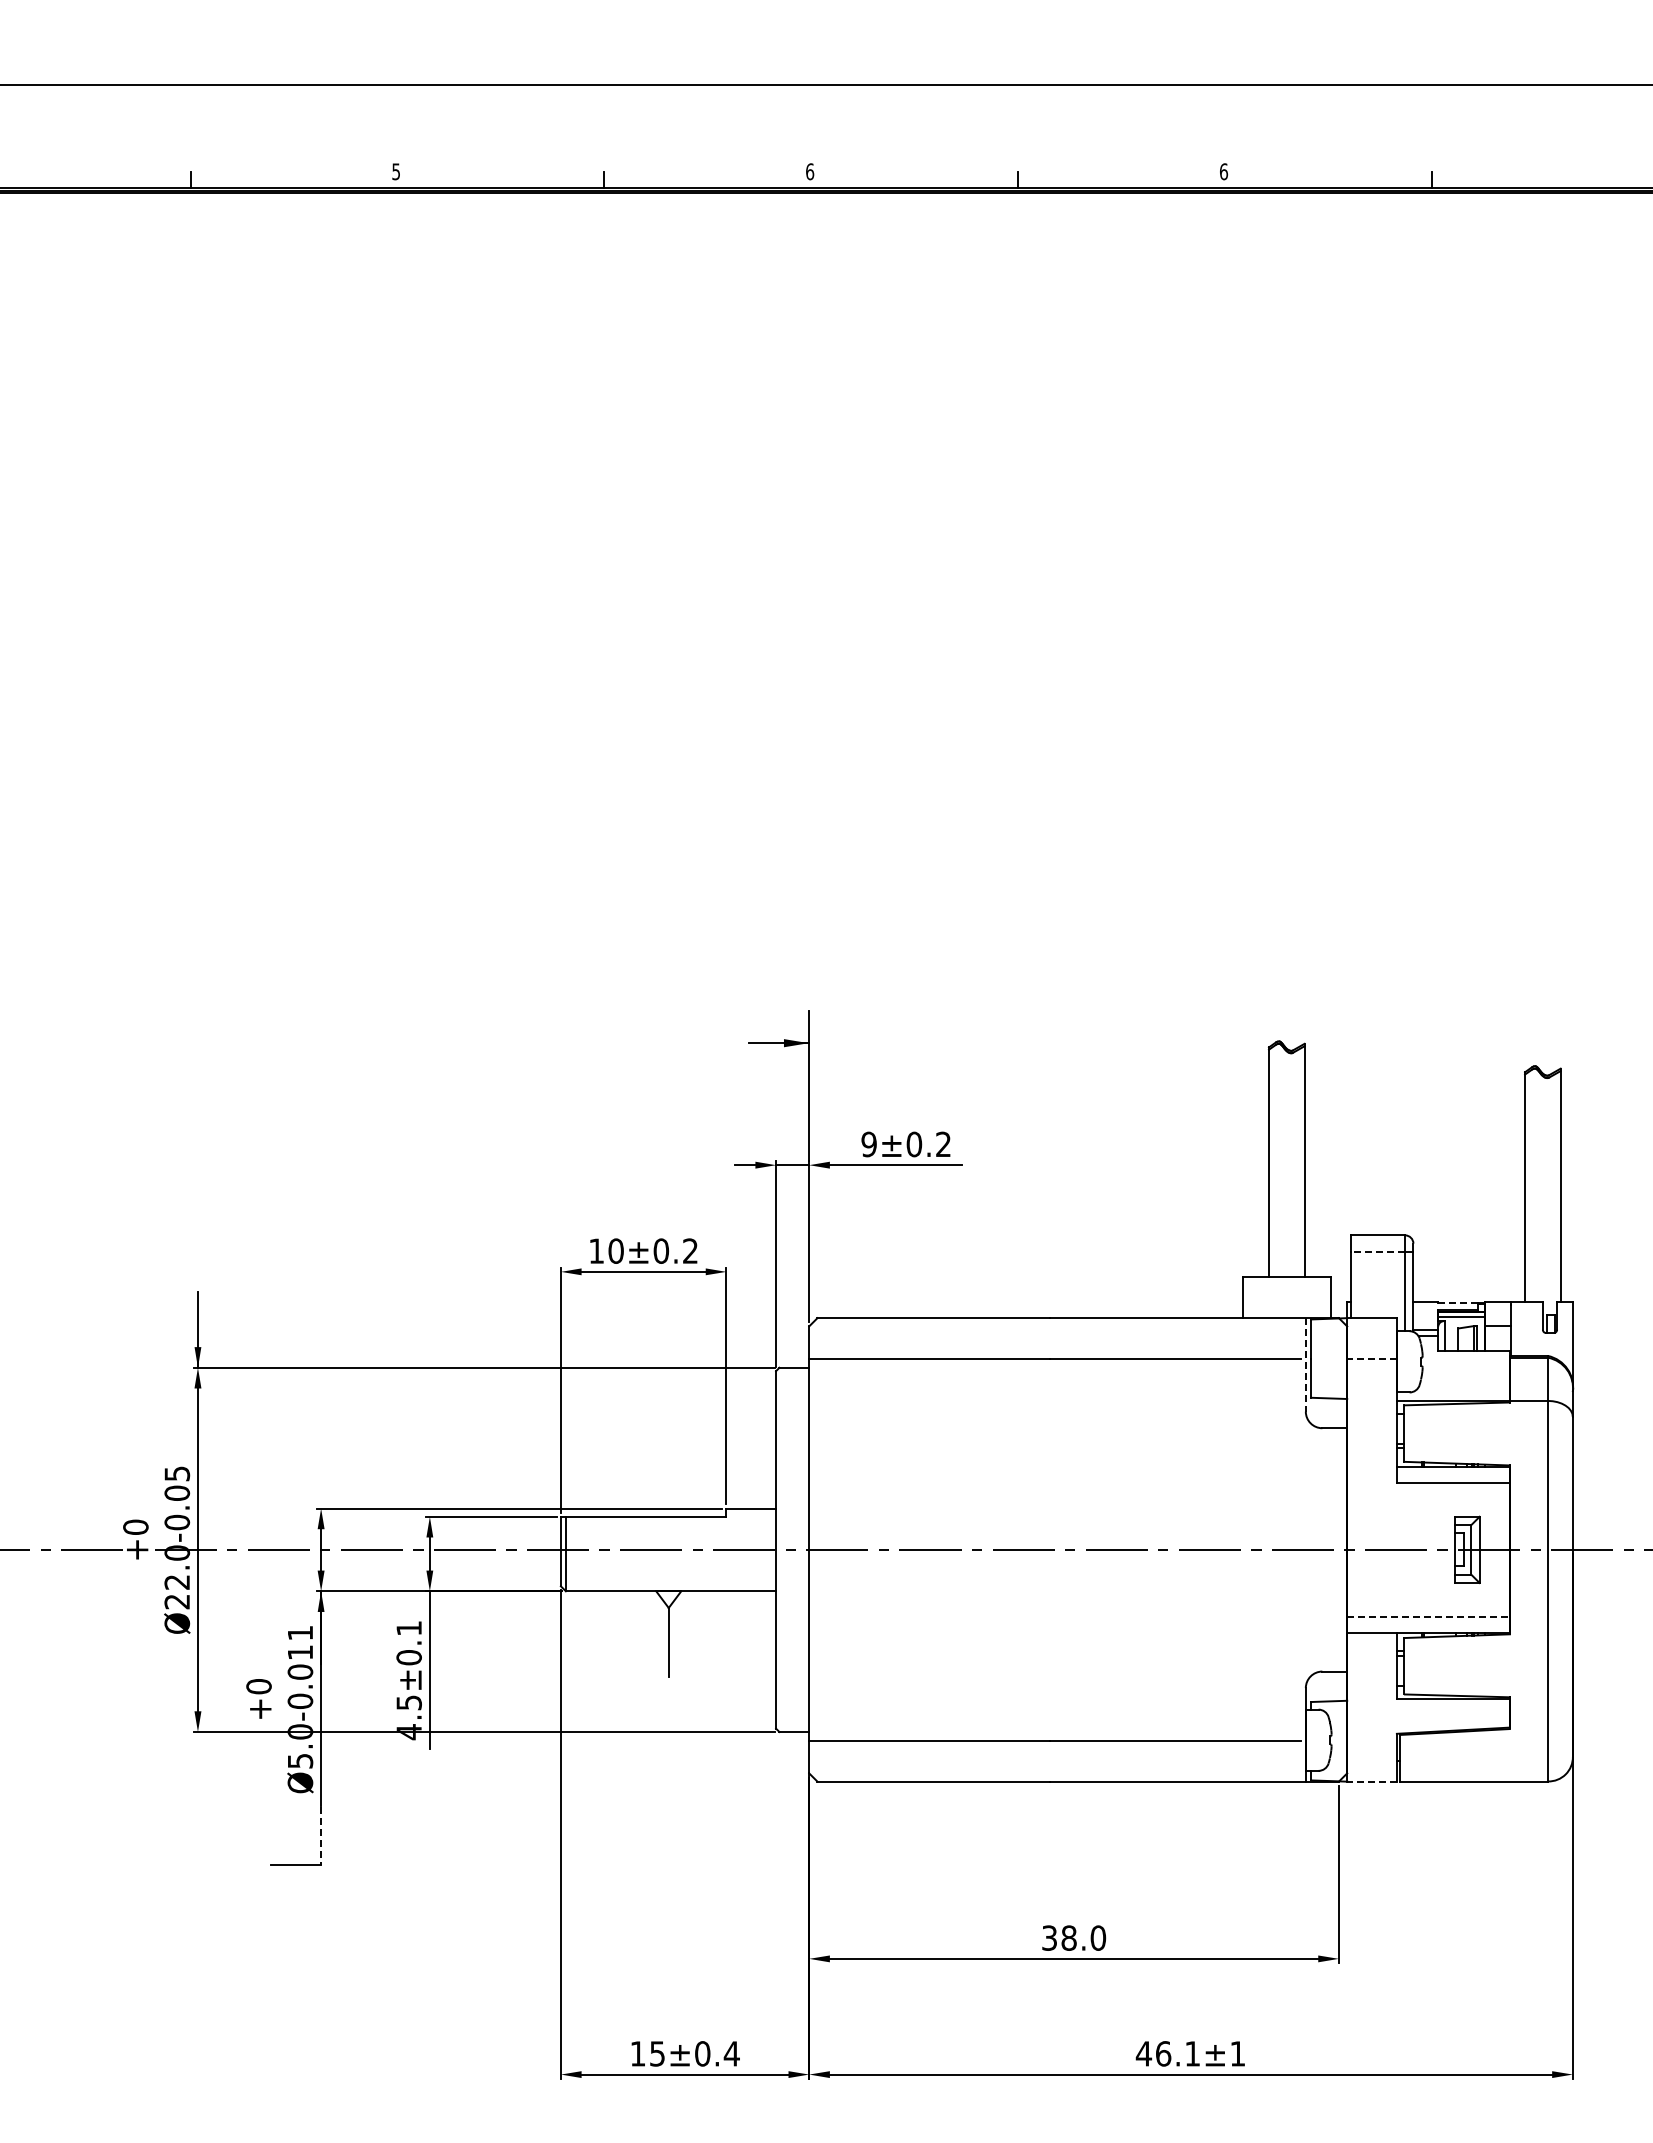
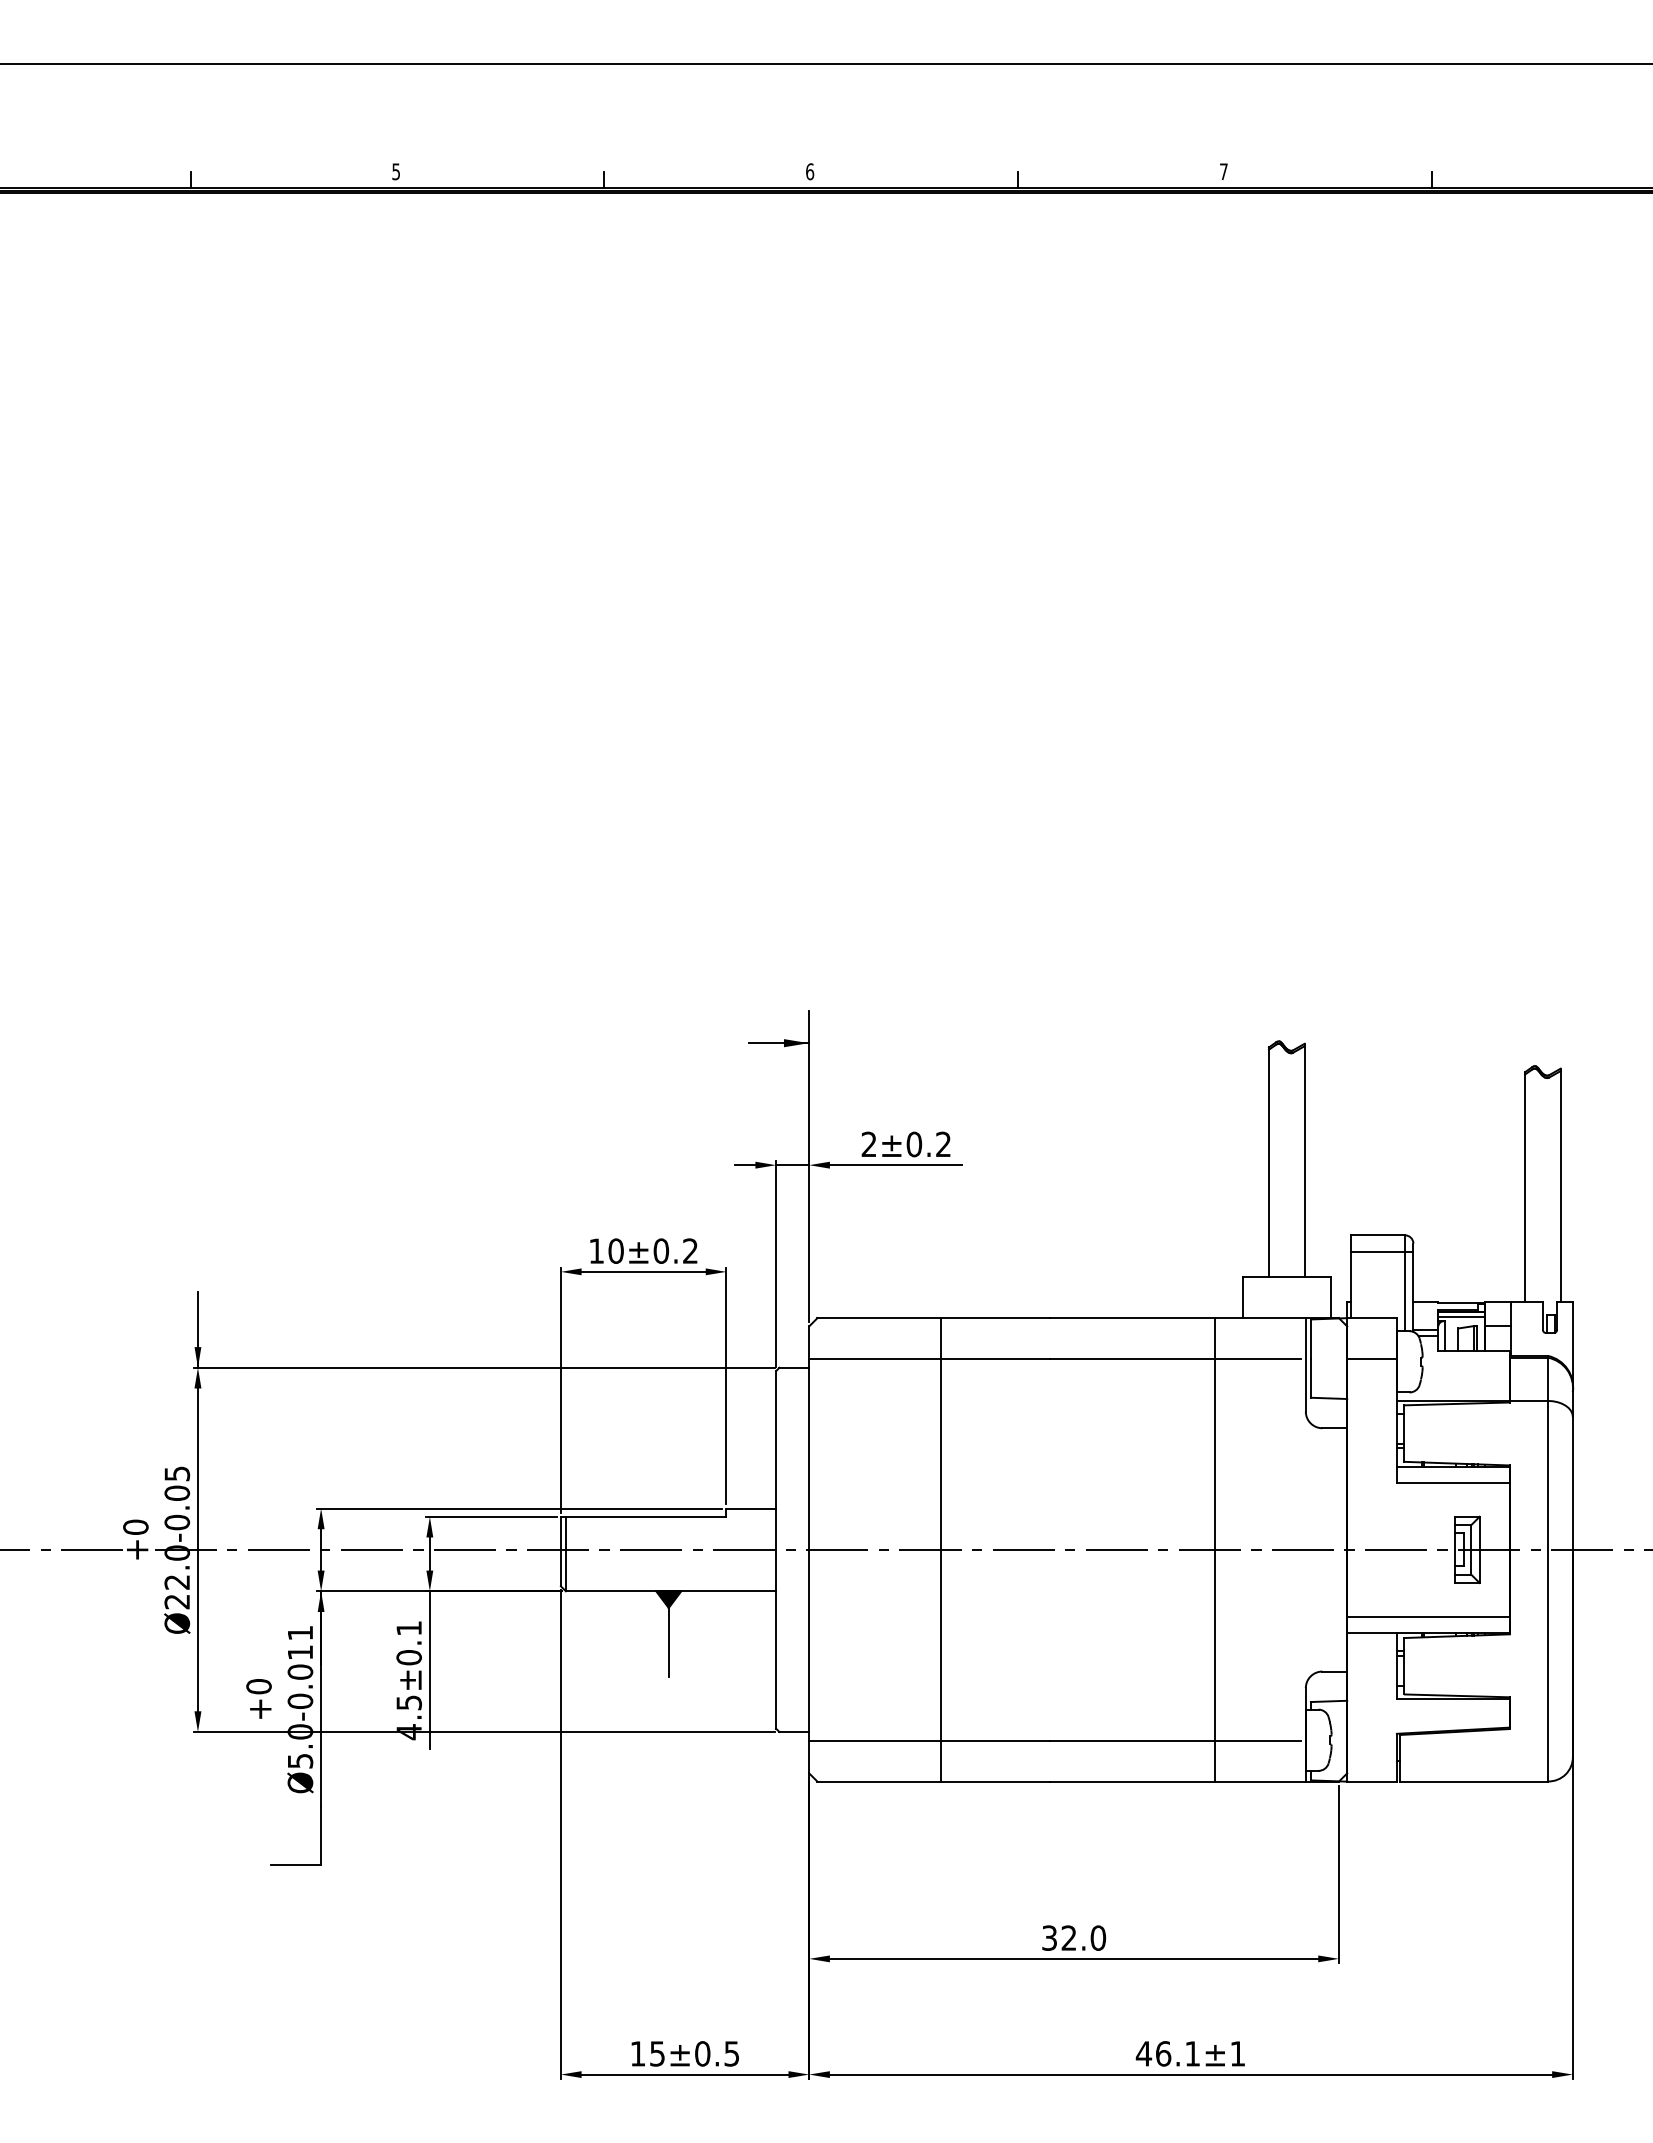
line at (825, 85) position: (825, 85) -> (825, 64)
text at (1224, 171): 6 -> 7
text at (868, 1144): 9±0.2 -> 2±0.2
line at (1378, 1251): dashed -> solid
line at (1458, 1302): dashed -> solid
line at (1372, 1358): dashed -> solid
line at (1305, 1364): dashed -> solid
line at (941, 1549): none -> present
line at (1214, 1549): none -> present
fill at (668, 1599): none -> present
line at (1428, 1617): dashed -> solid
line at (1372, 1781): dashed -> solid
line at (321, 1836): dashed -> solid
text at (1068, 1937): 38.0 -> 32.0
text at (731, 2053): 15±0.4 -> 15±0.5
